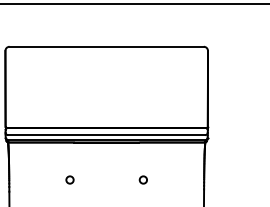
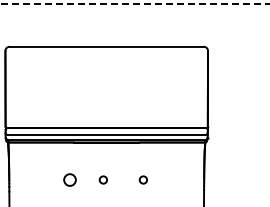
line at (135, 4): solid -> dashed
circle at (69, 179) size: 10x10 px -> 14x14 px
circle at (102, 179): none -> present
